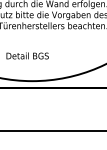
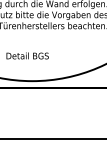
line at (52, 131) position: (52, 131) -> (52, 139)
